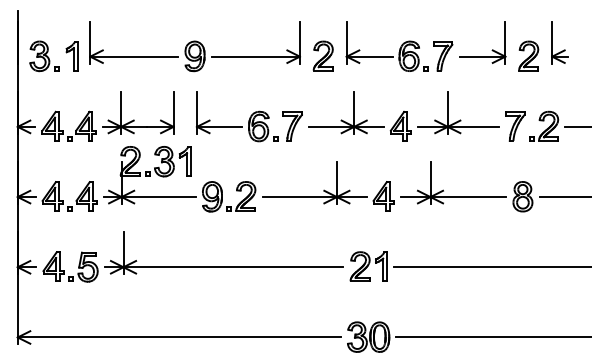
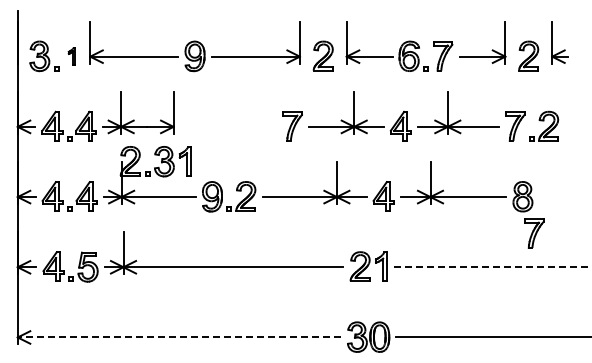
part at (71, 56) size: 14x31 px -> 9x19 px
part at (236, 126): present -> none
line at (576, 126): present -> none
line at (563, 197): present -> none
part at (534, 233): none -> present
line at (492, 267): solid -> dashed
line at (179, 337): solid -> dashed
